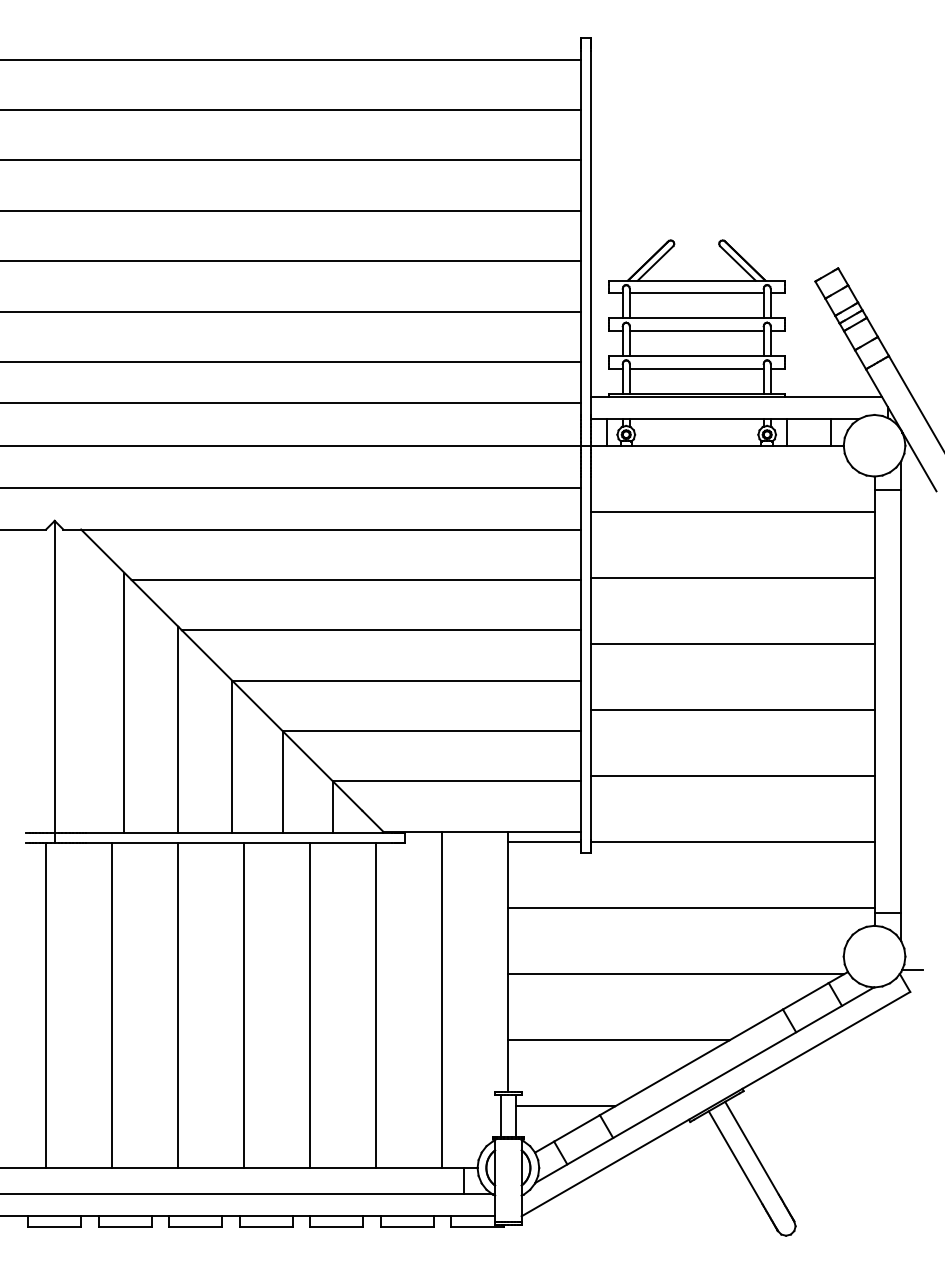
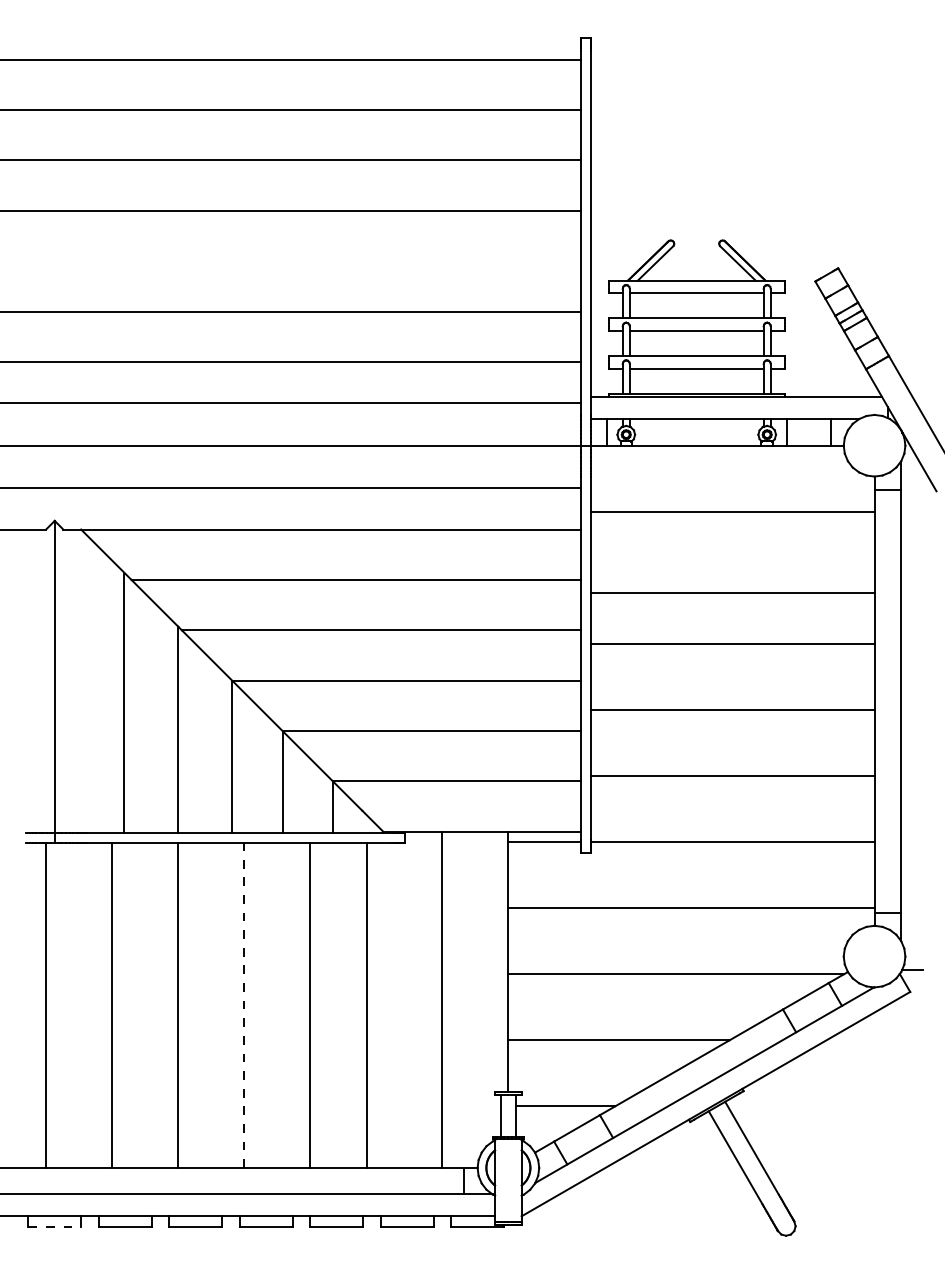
line at (291, 261): present -> none
line at (732, 577) position: (732, 577) -> (732, 592)
line at (244, 1005): solid -> dashed
line at (376, 1005) position: (376, 1005) -> (367, 1005)
line at (55, 1227): solid -> dashed
